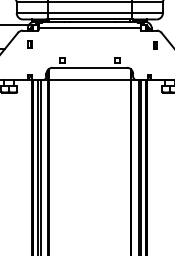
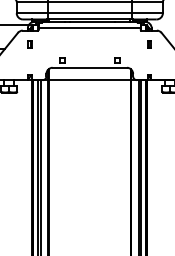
part at (155, 45) position: (155, 45) -> (149, 44)
